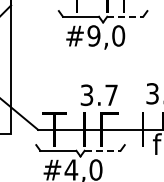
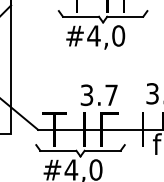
line at (125, 16): dashed -> solid
text at (93, 35): #9,0 -> #4,0
line at (103, 150): dashed -> solid
